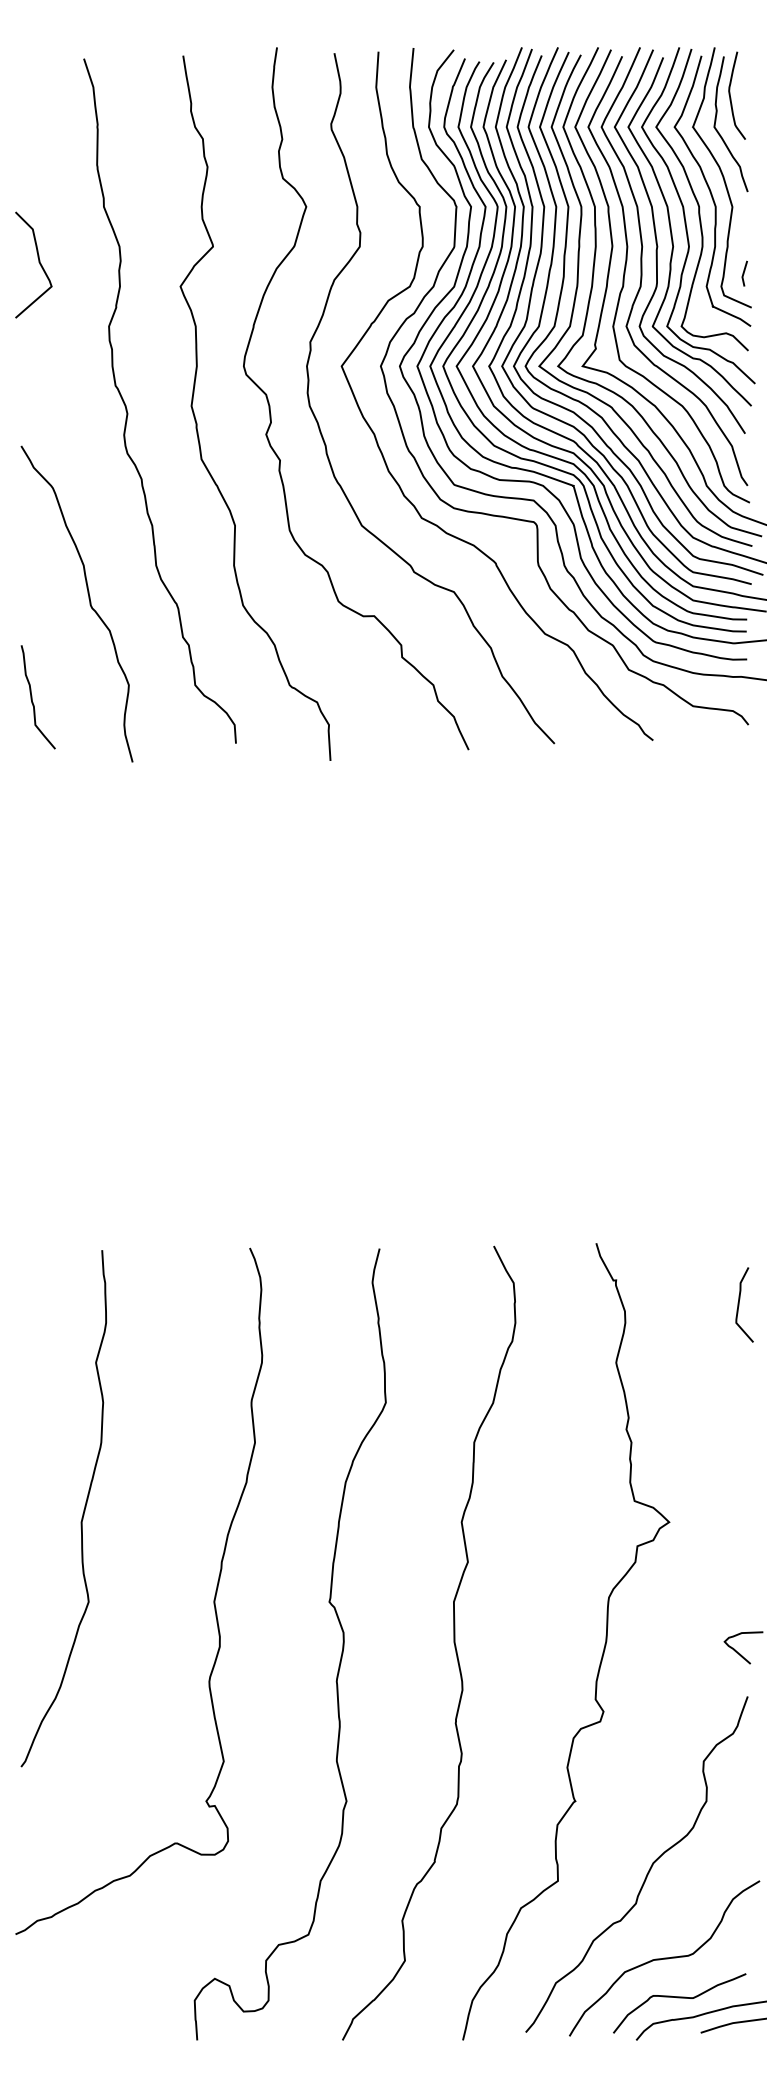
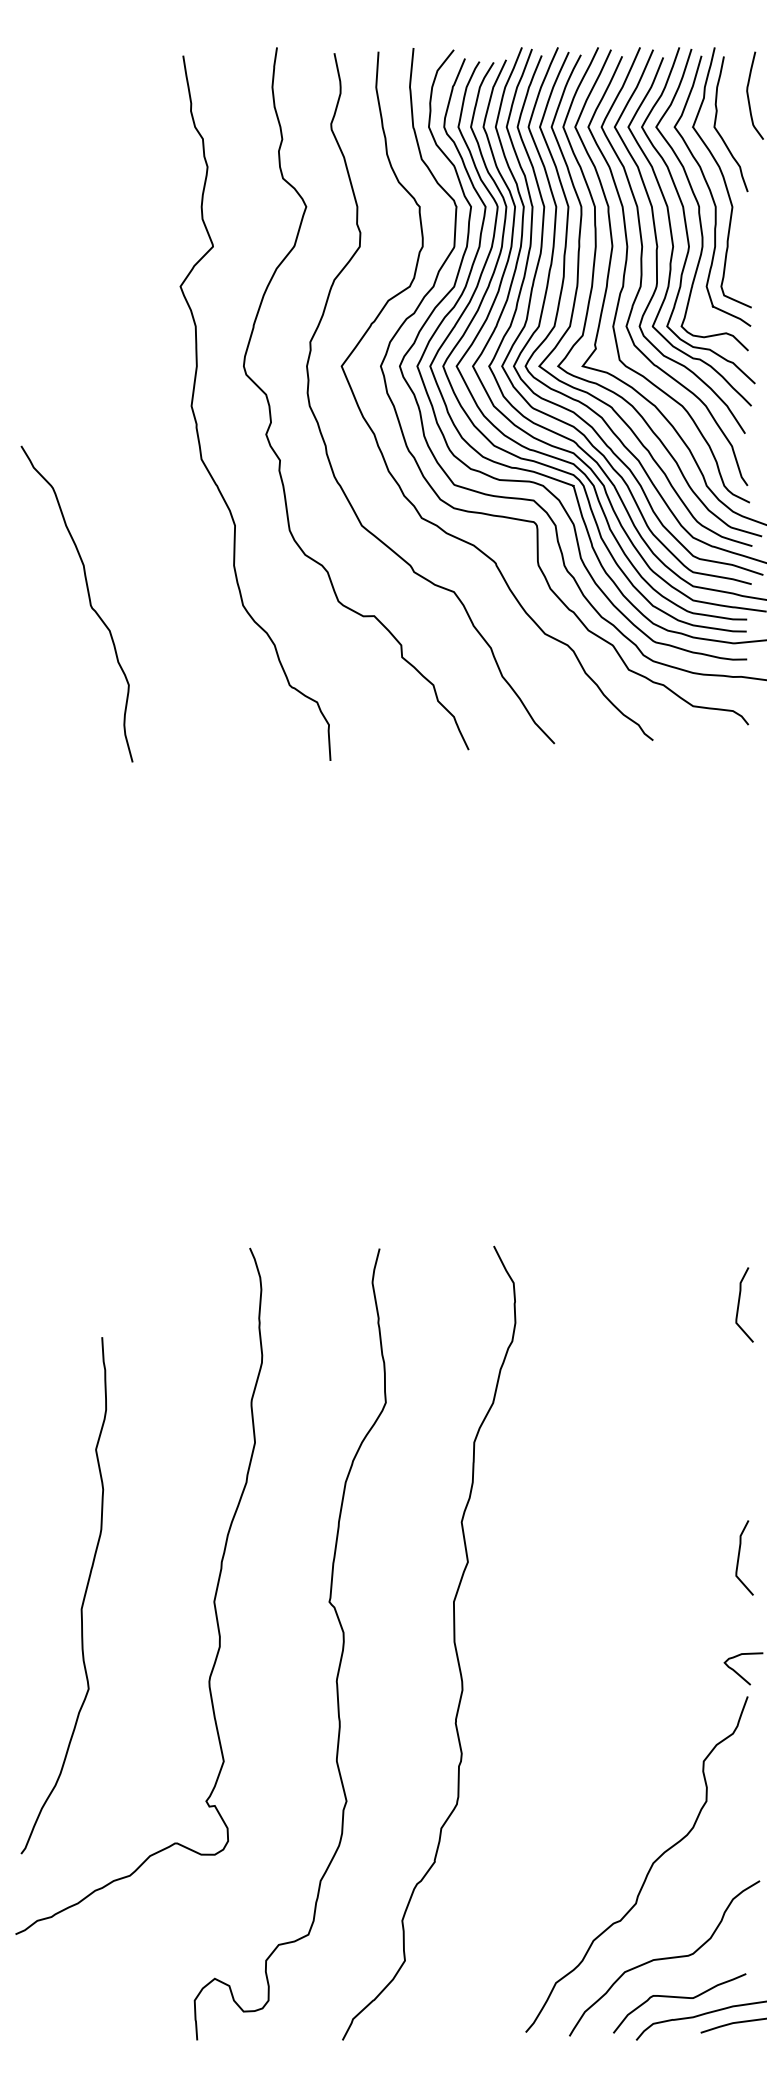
curve at (731, 97) position: (731, 97) -> (749, 97)
curve at (38, 262): present -> none
line at (744, 273): present -> none
curve at (127, 408): present -> none
curve at (32, 697): present -> none
curve at (82, 1513) position: (82, 1513) -> (82, 1600)
curve at (739, 1557): none -> present
curve at (602, 1652): present -> none
curve at (740, 1653) position: (740, 1653) -> (740, 1674)
